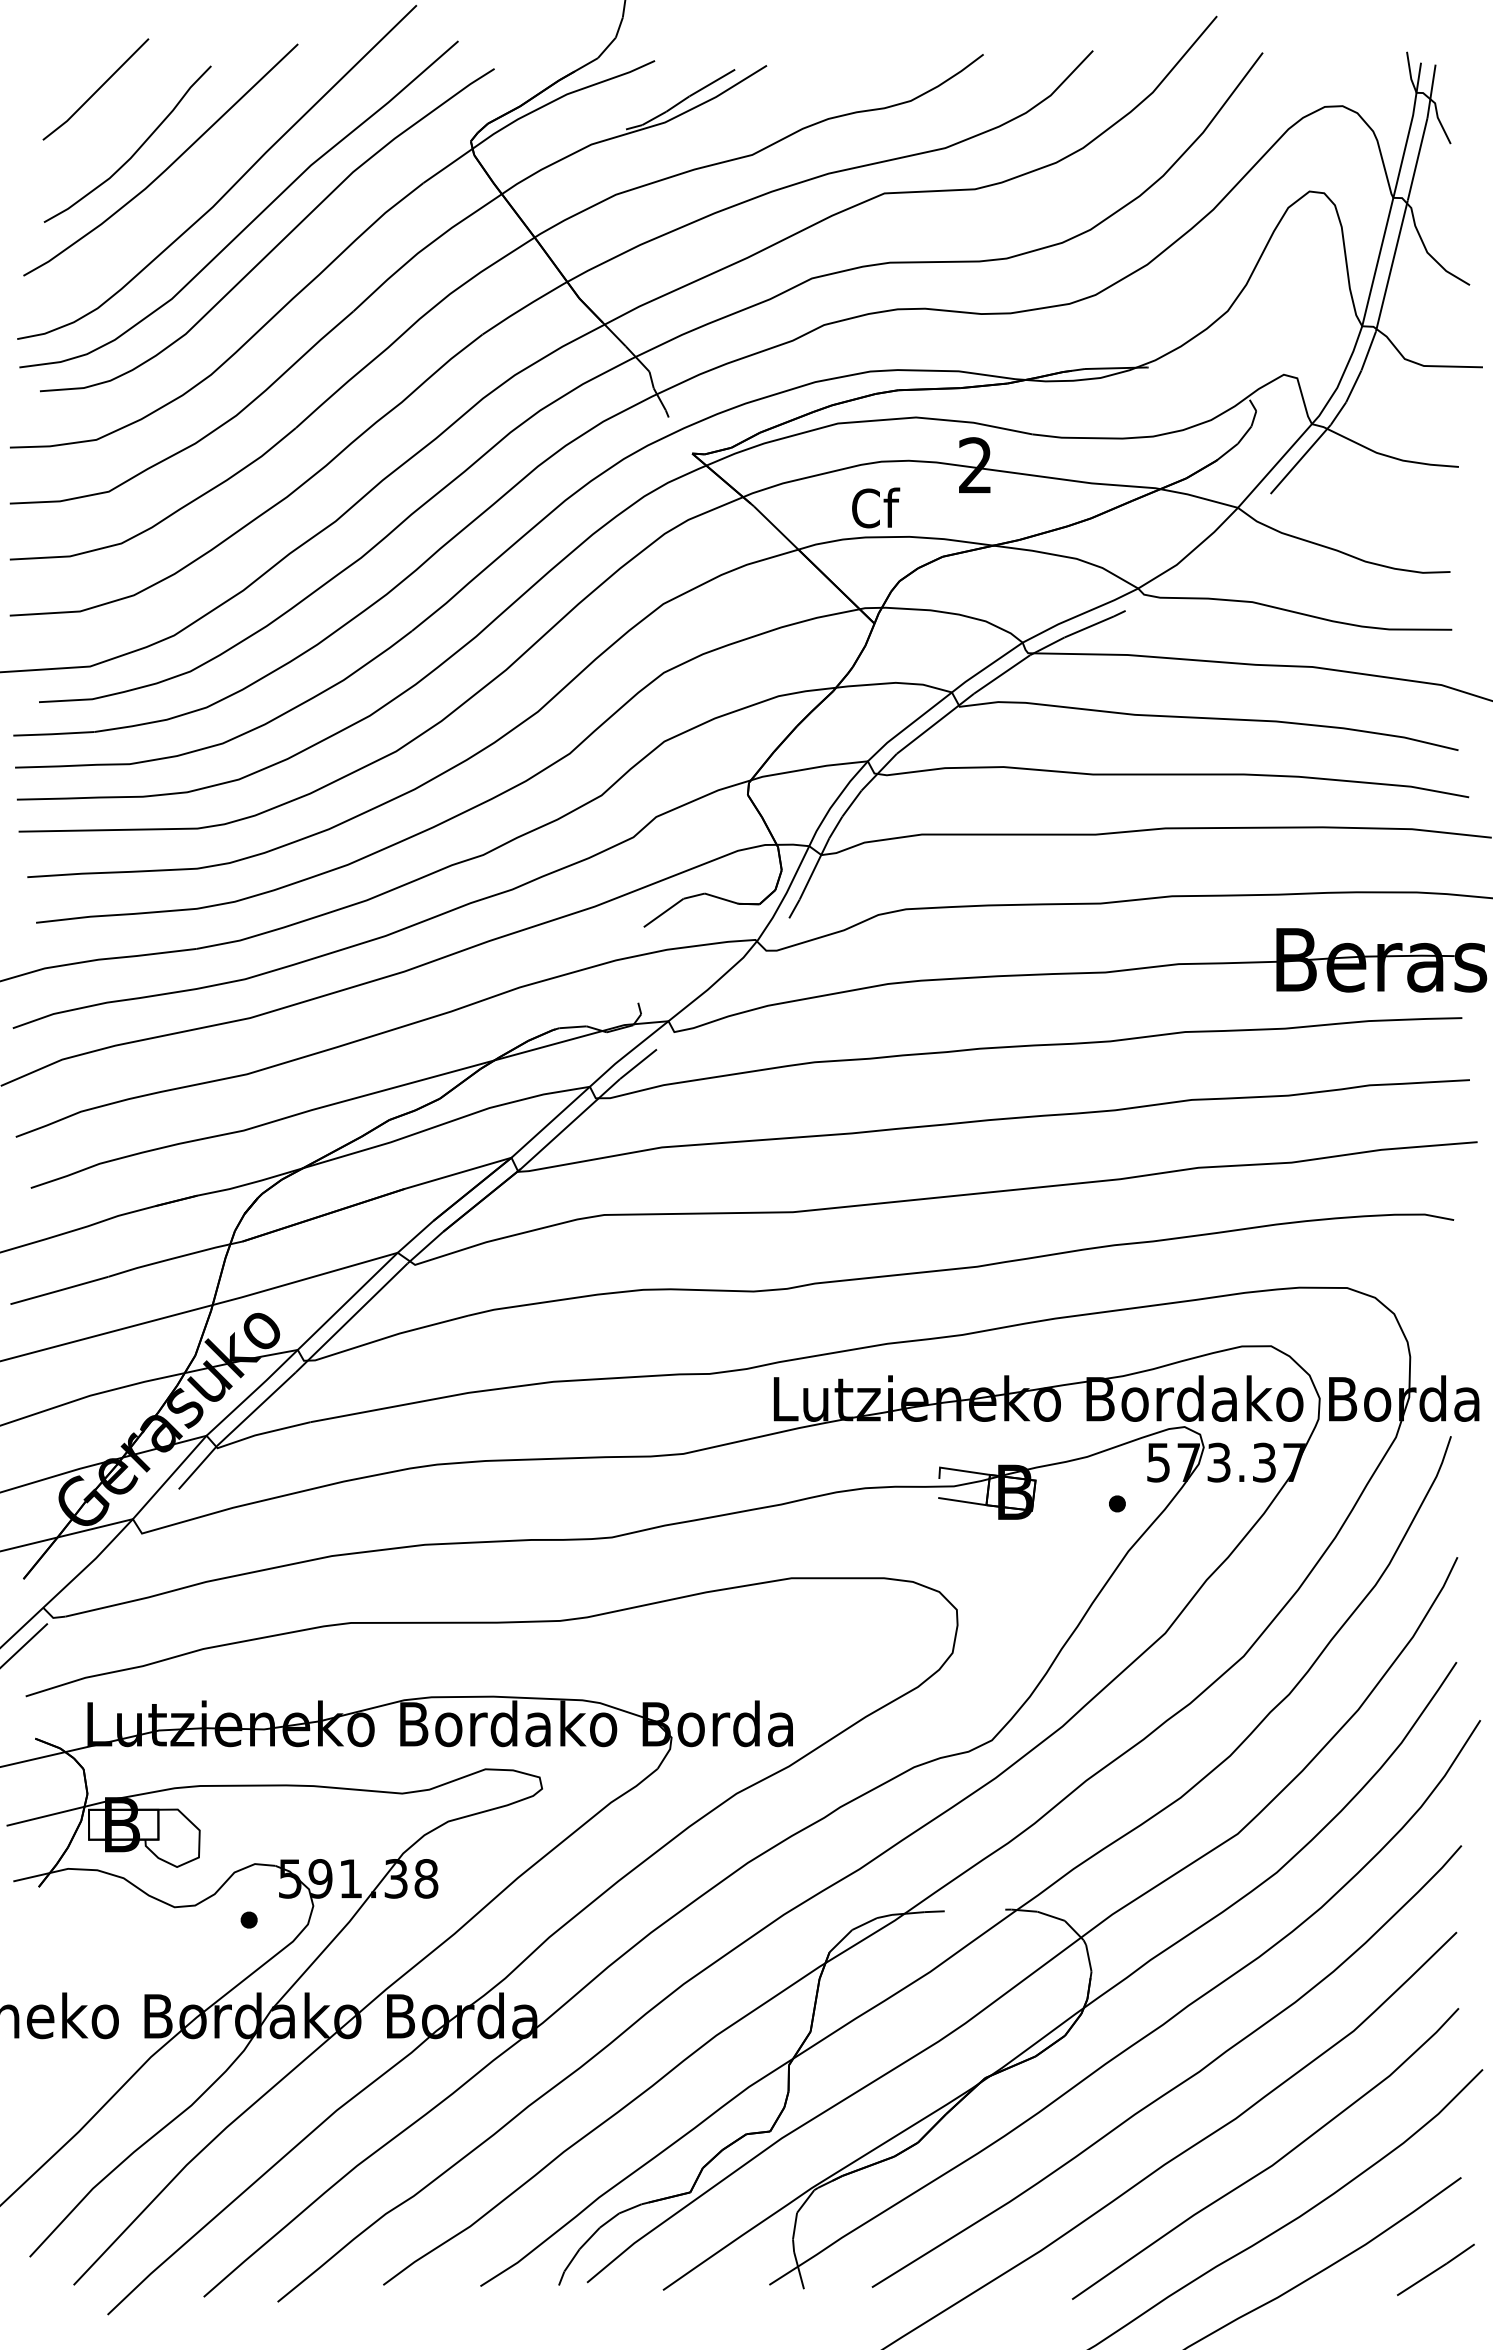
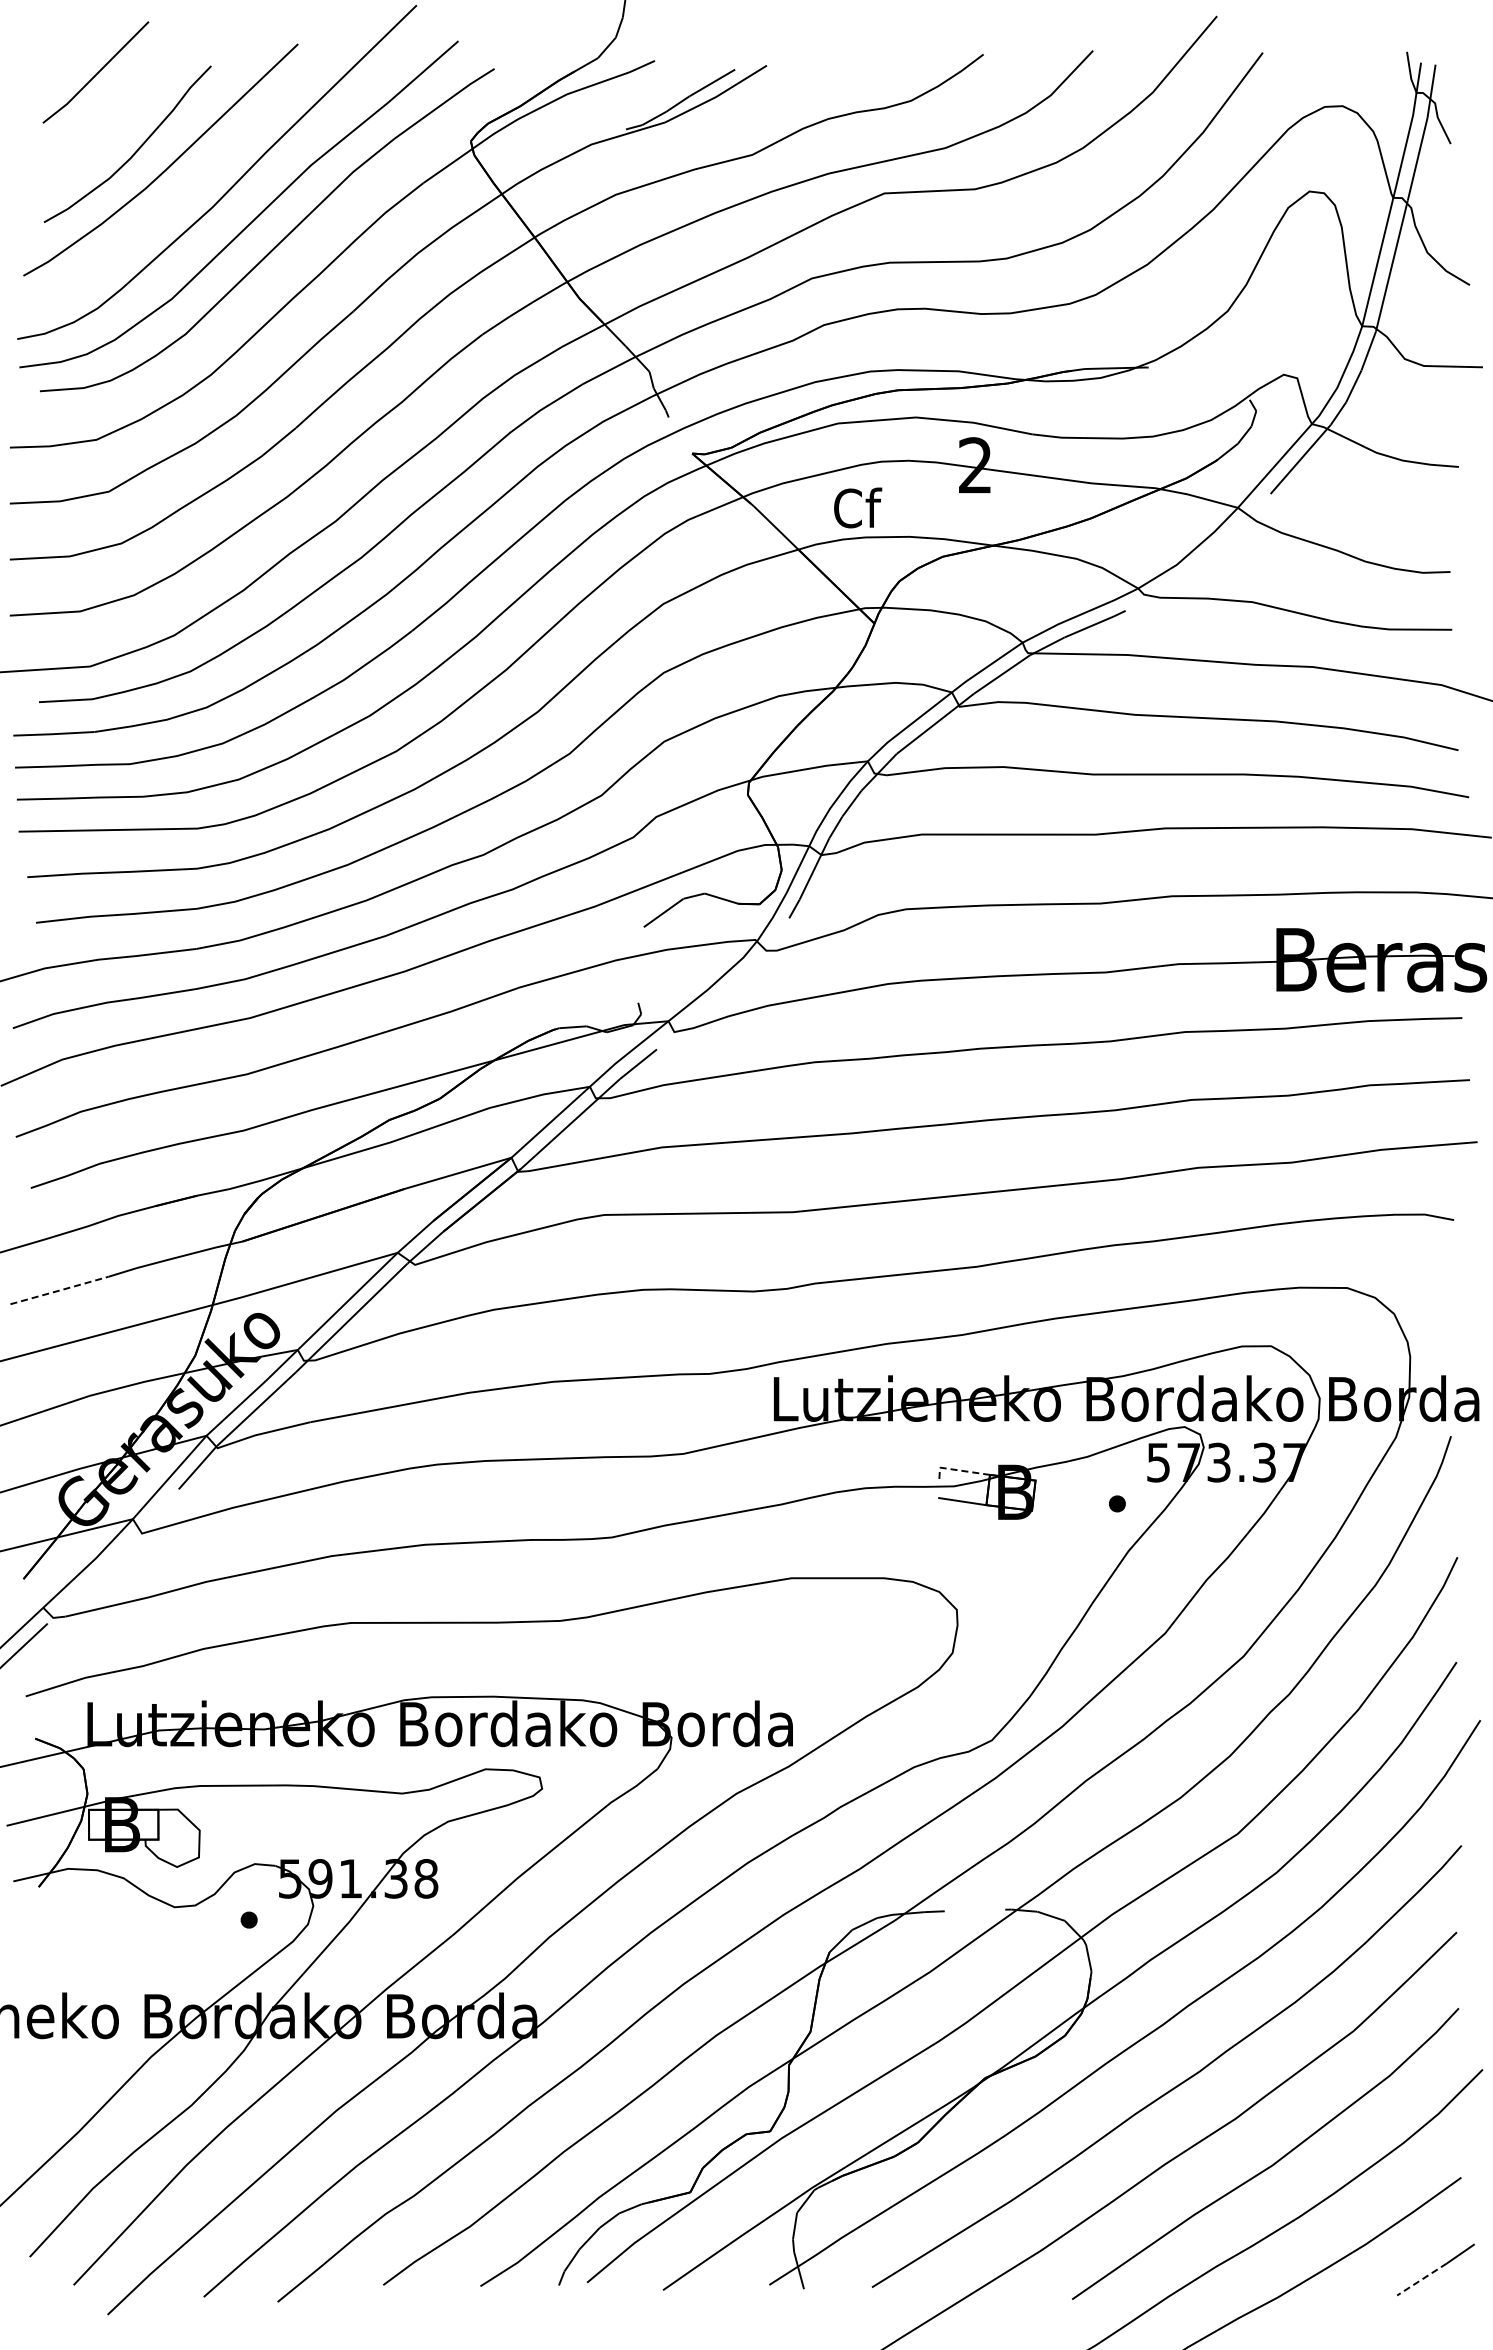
line at (96, 90) position: (96, 90) -> (96, 73)
text at (876, 507) position: (876, 507) -> (858, 507)
line at (59, 1290): solid -> dashed
line at (958, 1470): solid -> dashed
line at (1422, 2279): solid -> dashed
